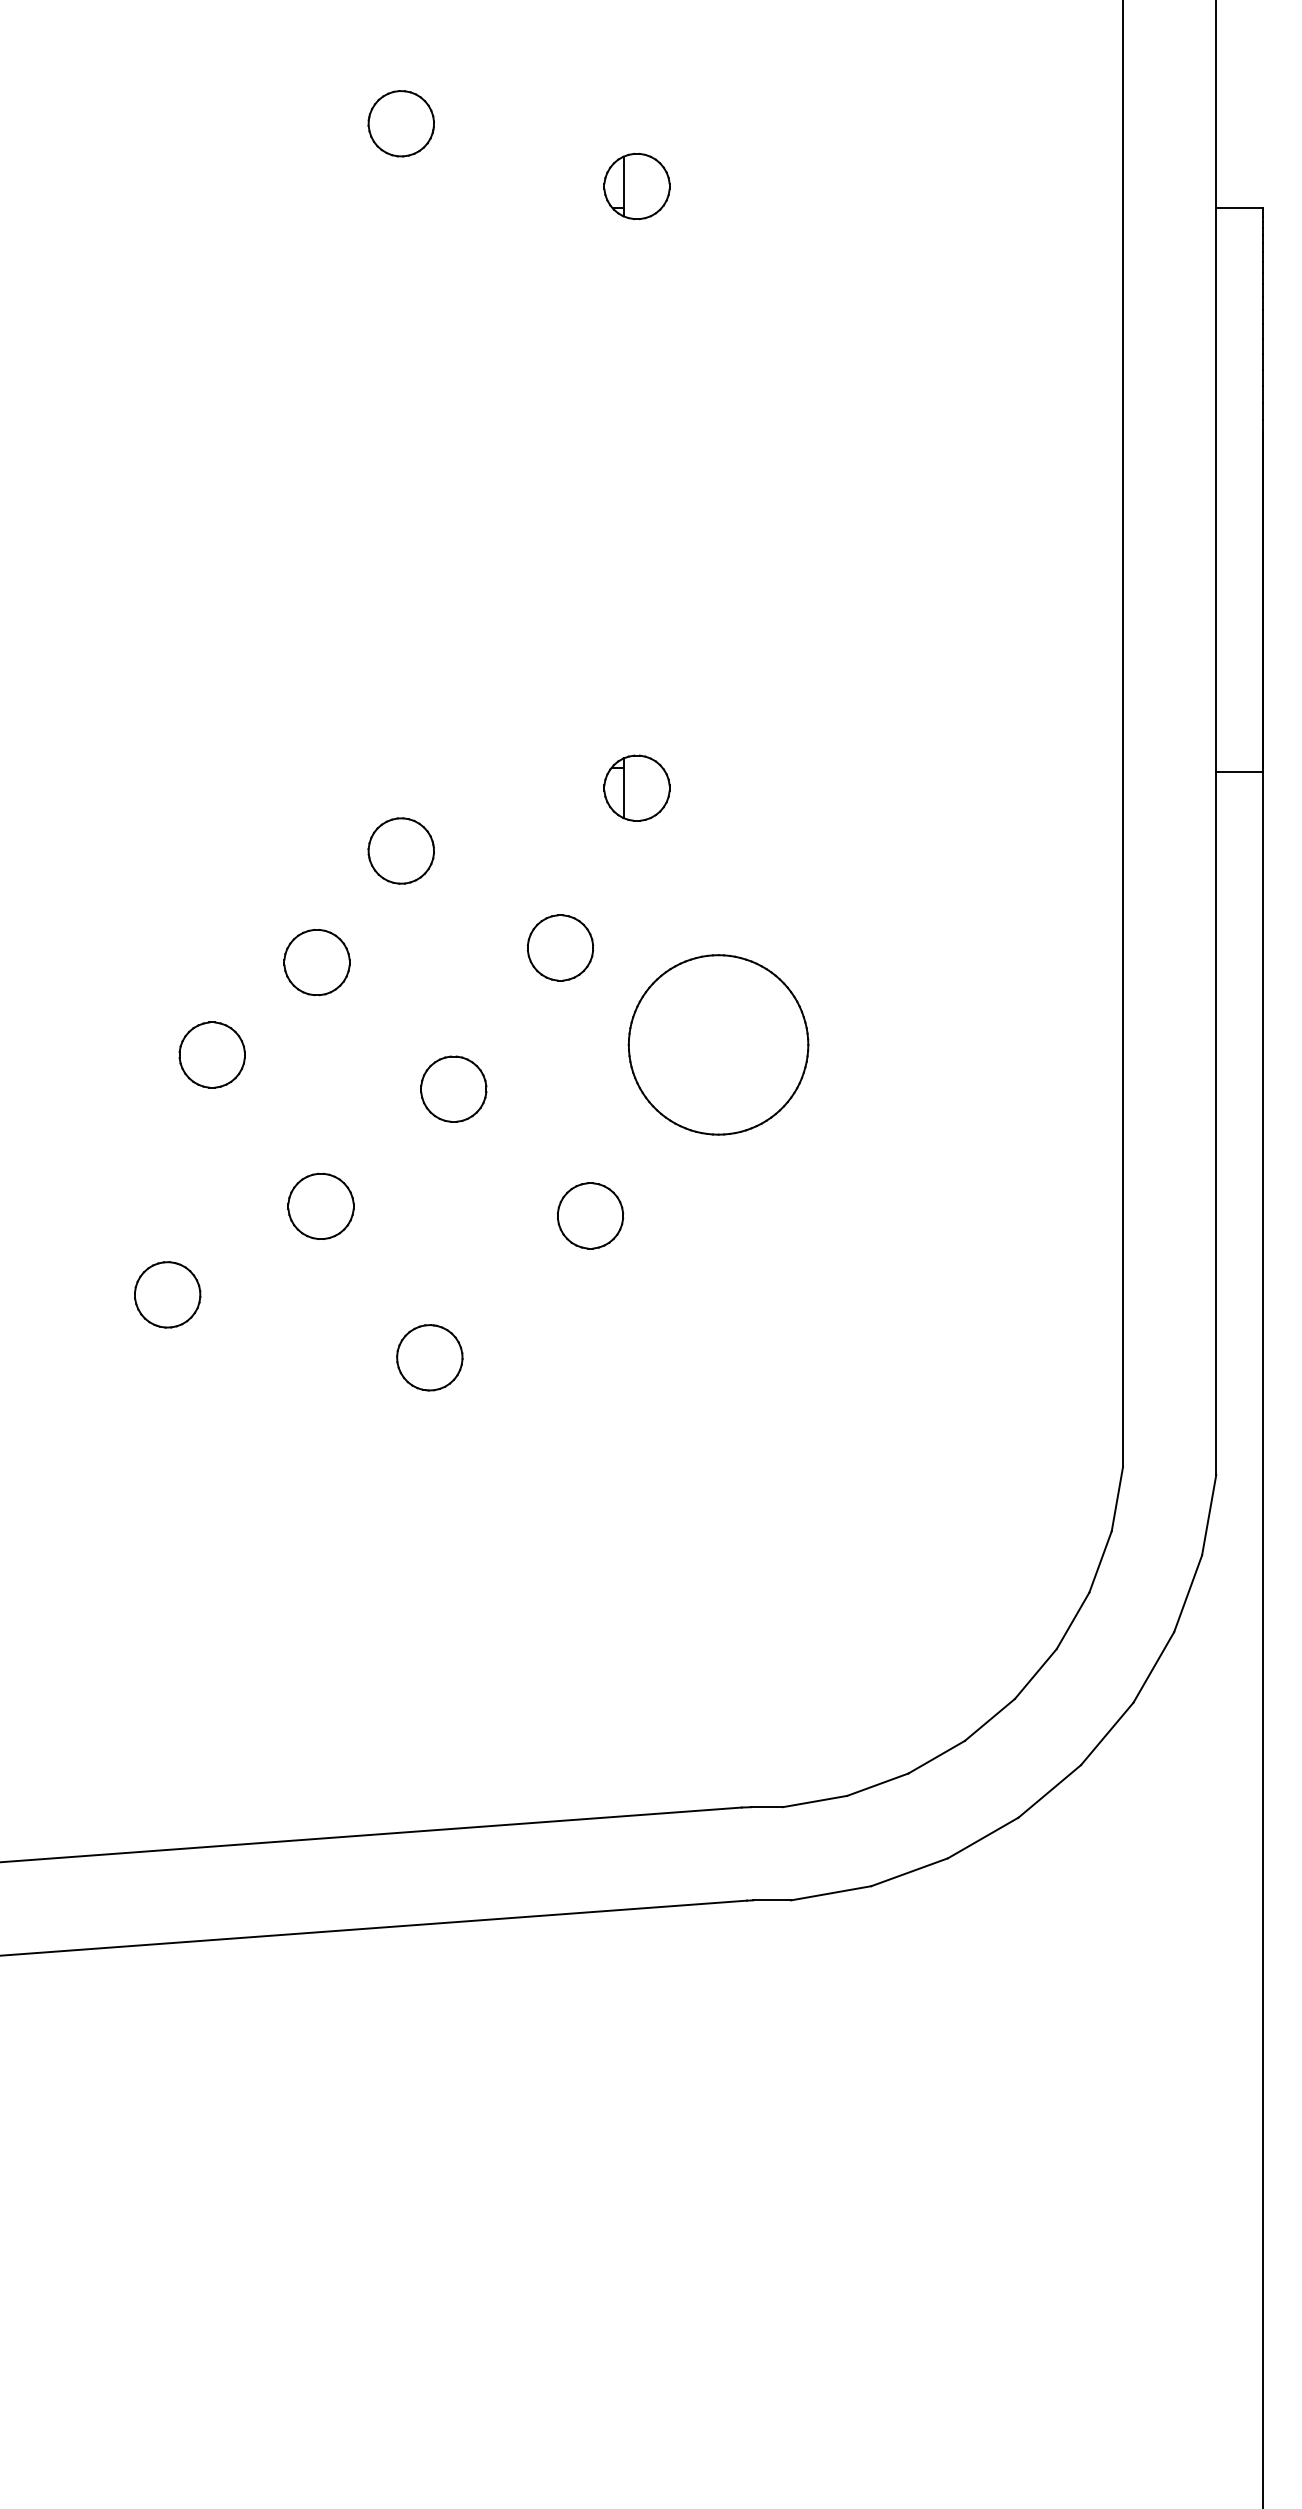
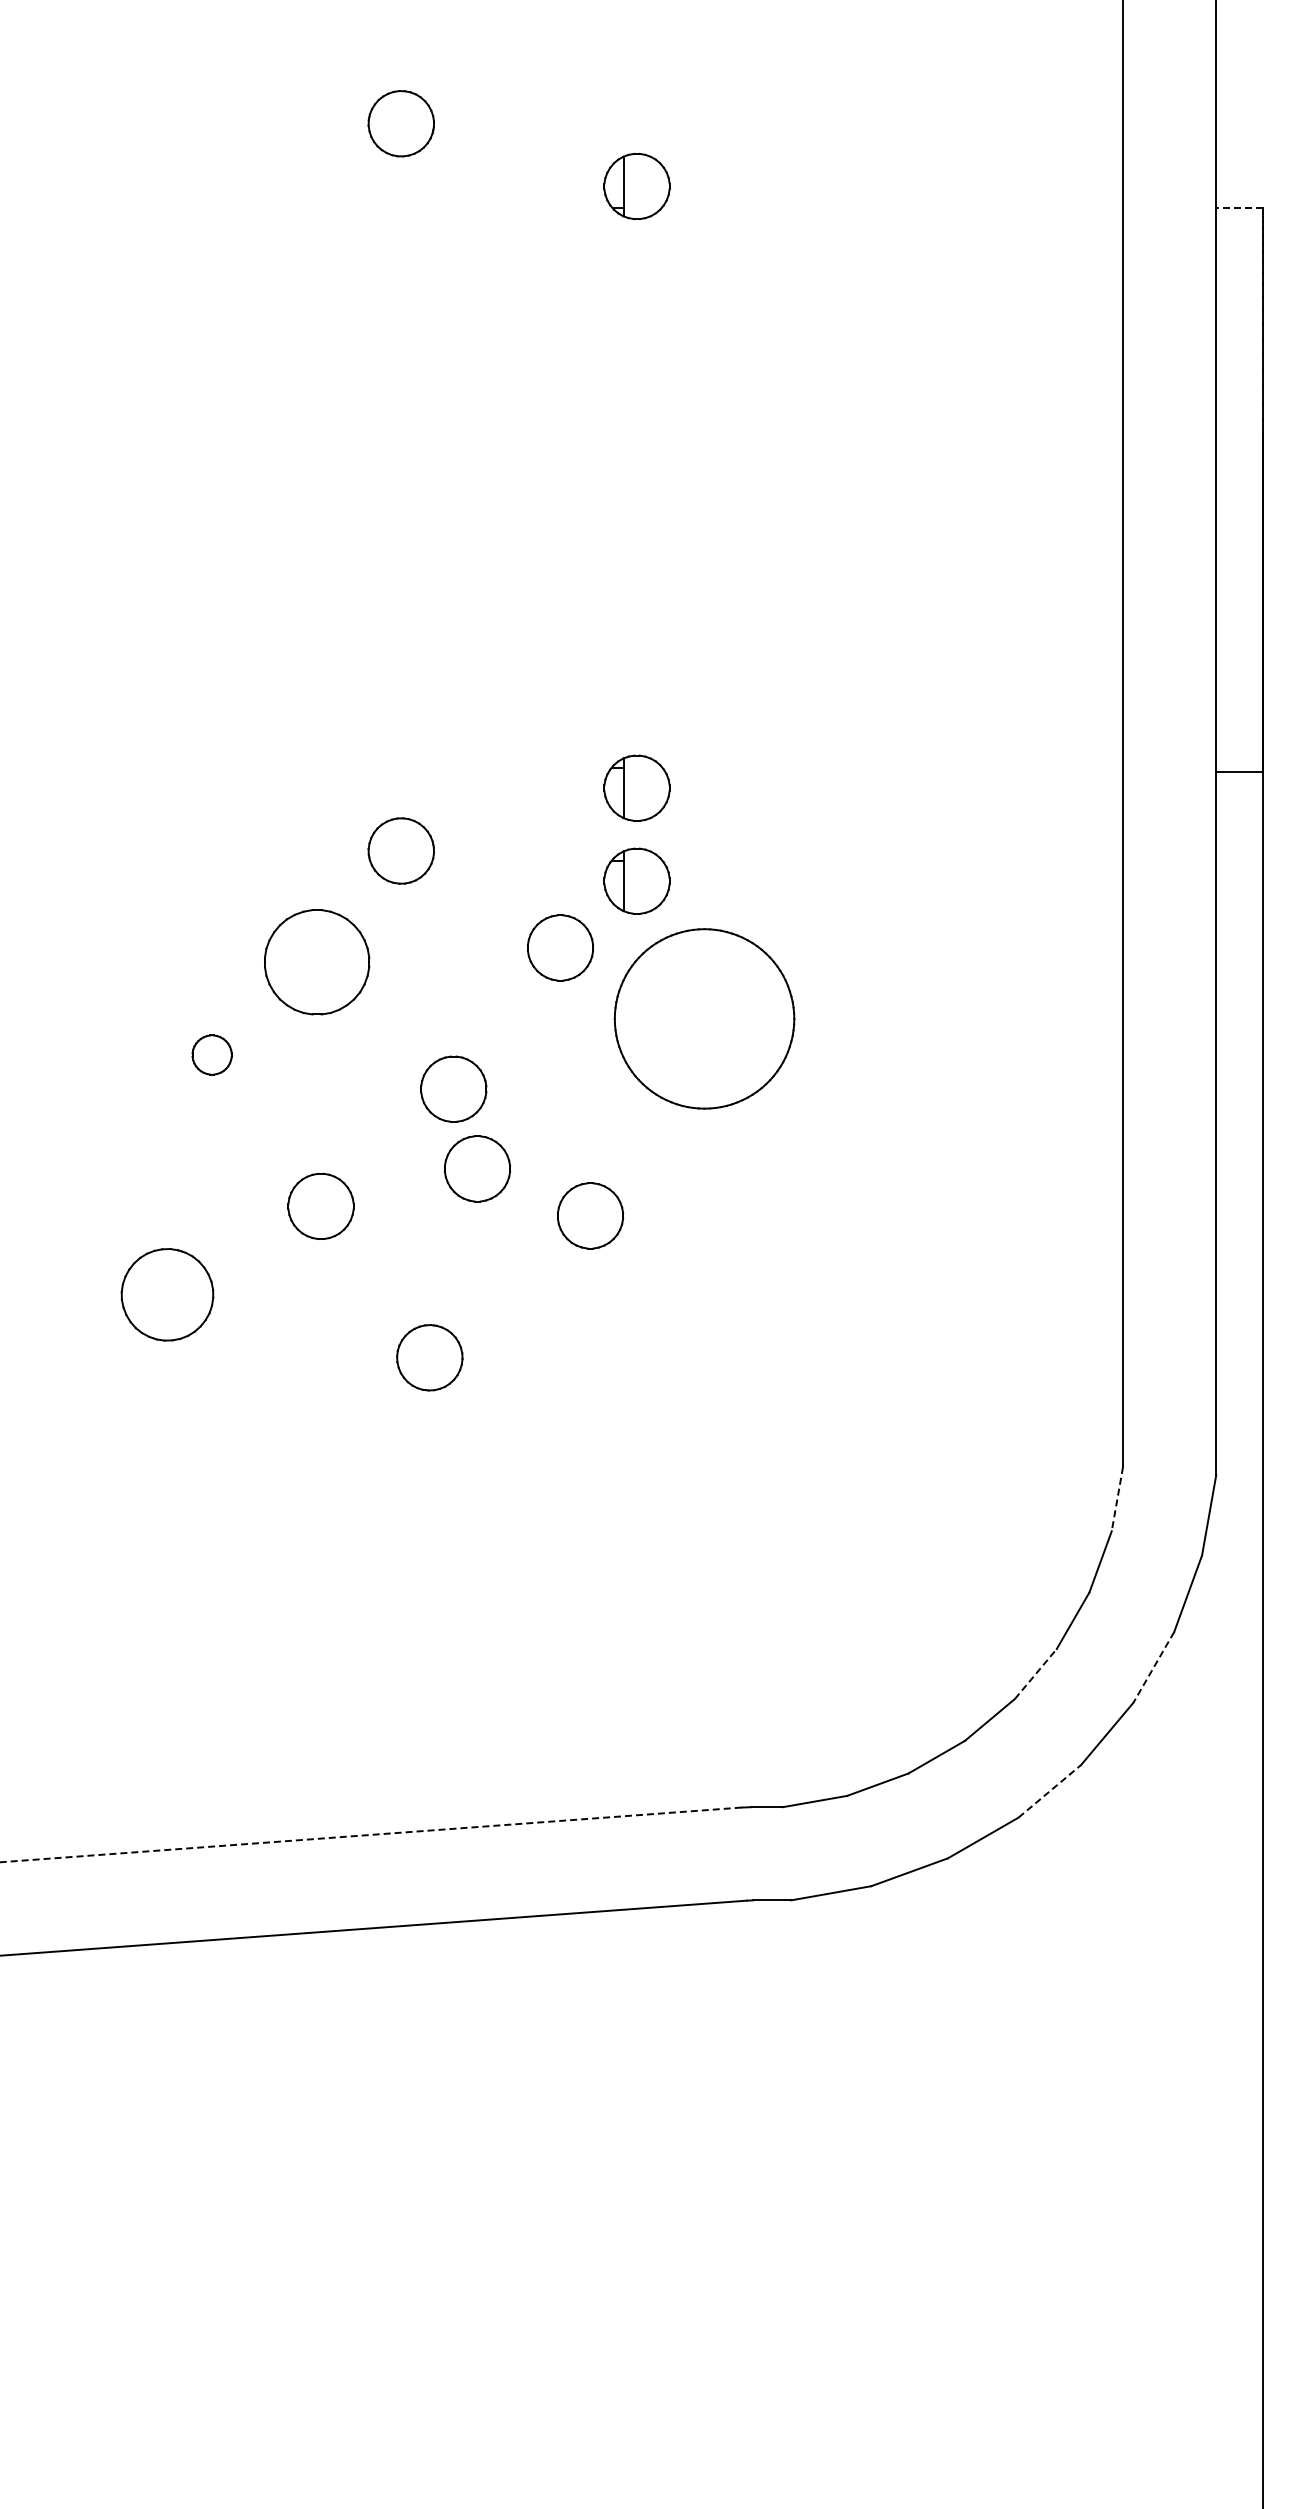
line at (1239, 207): solid -> dashed
part at (636, 880): none -> present
part at (316, 962) size: 68x68 px -> 107x107 px
part at (718, 1044) position: (718, 1044) -> (704, 1018)
part at (211, 1054) size: 68x68 px -> 42x42 px
part at (477, 1168): none -> present
part at (167, 1294) size: 68x68 px -> 95x94 px
line at (1117, 1499): solid -> dashed
line at (1153, 1667): solid -> dashed
line at (1035, 1674): solid -> dashed
line at (1049, 1791): solid -> dashed
line at (370, 1834): solid -> dashed
